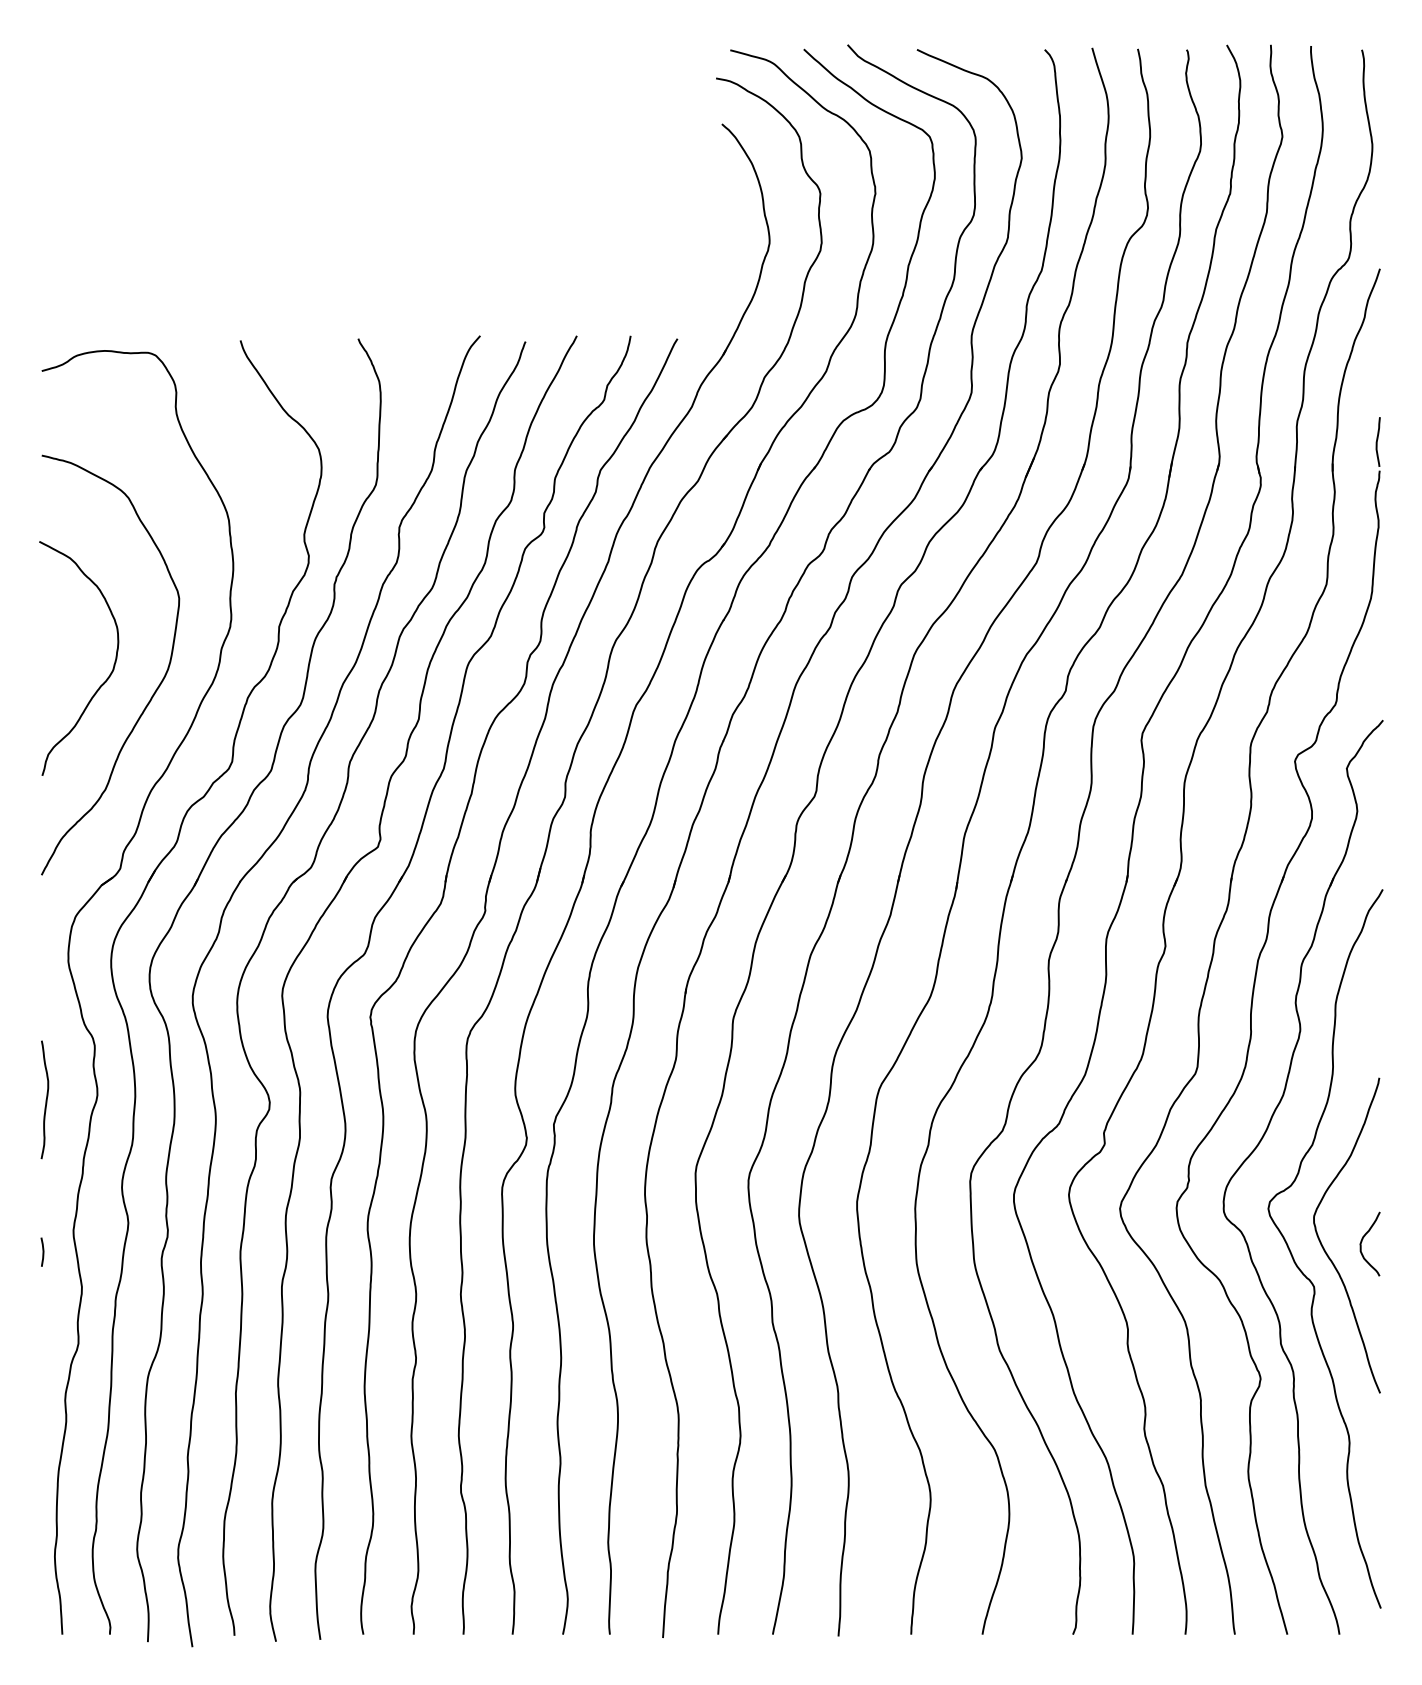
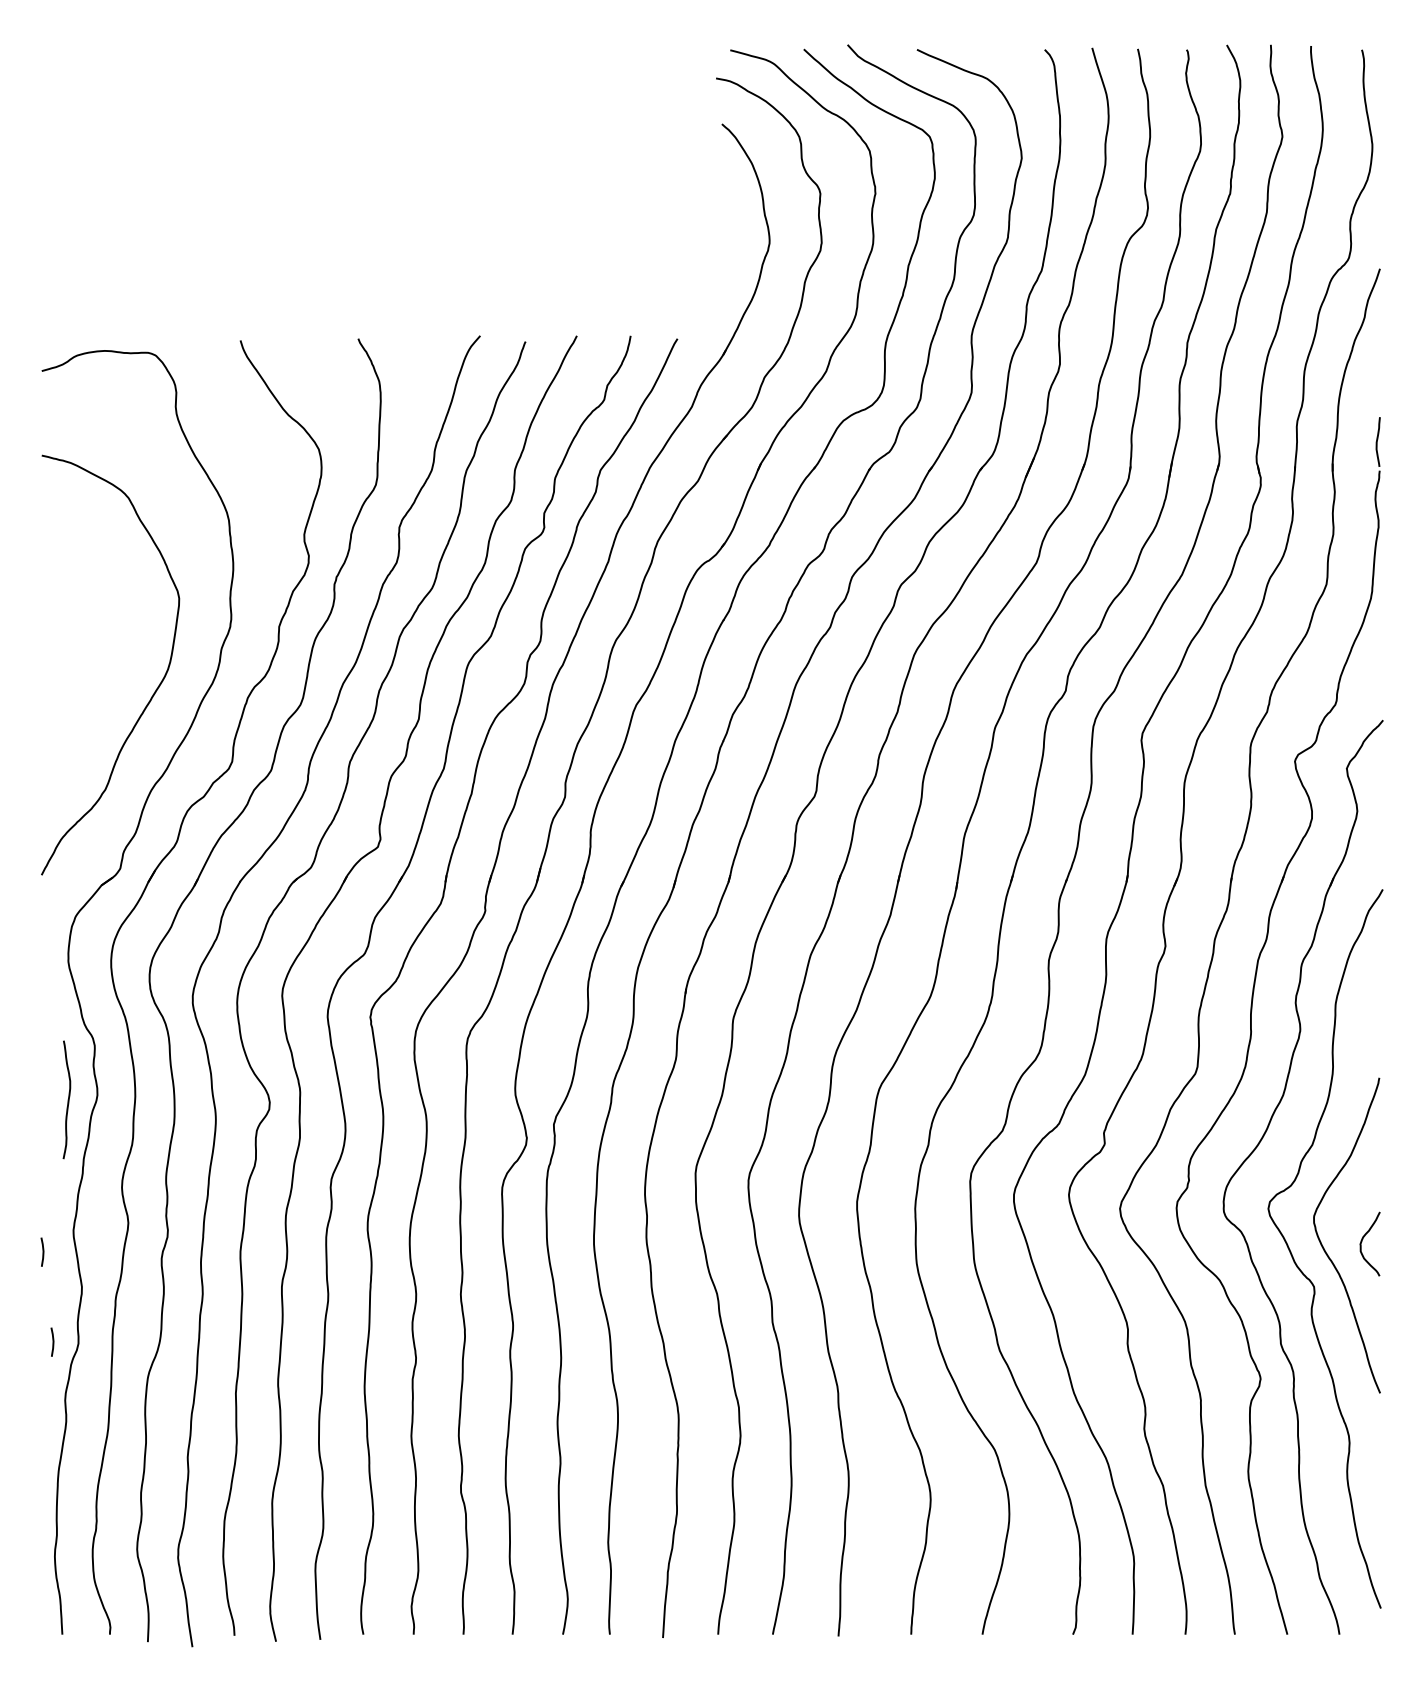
curve at (106, 678): present -> none
curve at (45, 1099) position: (45, 1099) -> (67, 1099)
line at (52, 1341): none -> present
